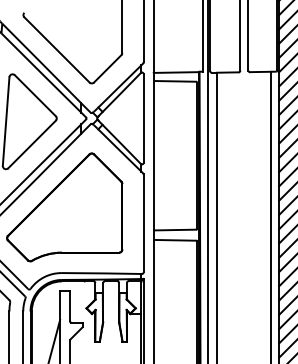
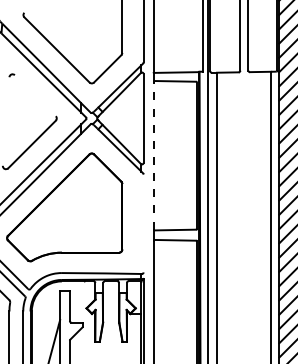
line at (34, 95): present -> none
line at (5, 121): present -> none
line at (154, 155): solid -> dashed
line at (143, 223): present -> none
